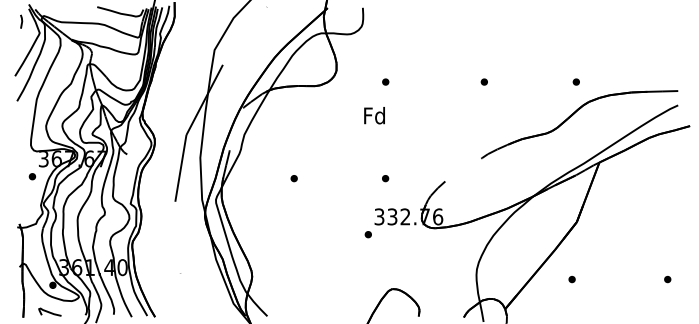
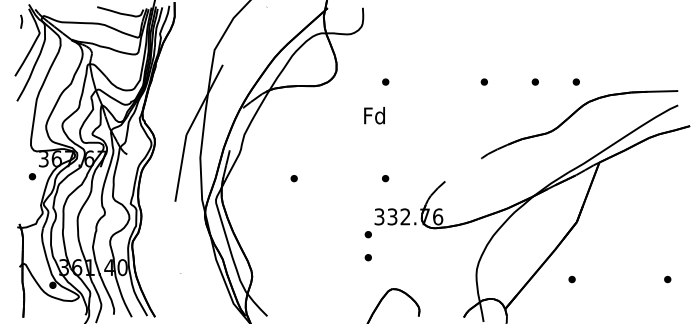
part at (534, 81): none -> present
part at (367, 257): none -> present
curve at (49, 311): present -> none
